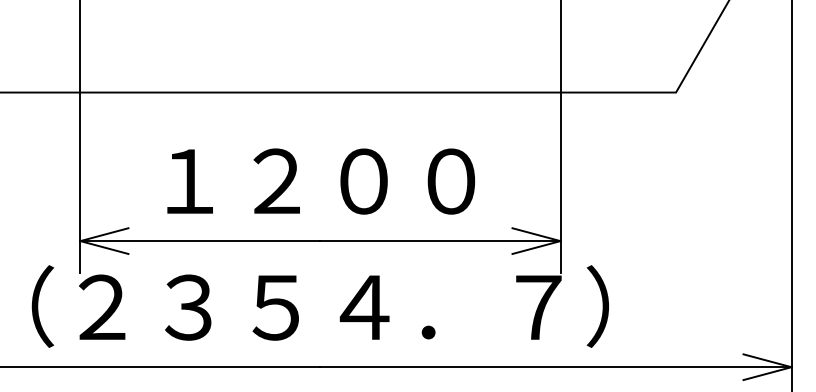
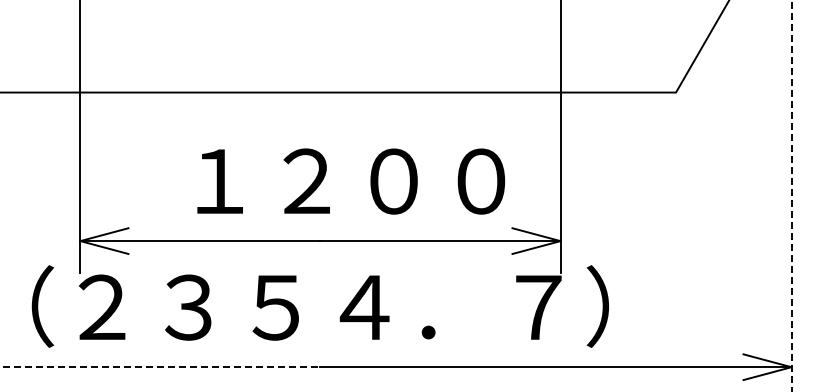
text at (321, 181) position: (321, 181) -> (351, 181)
line at (791, 196): solid -> dashed
line at (160, 367): solid -> dashed
